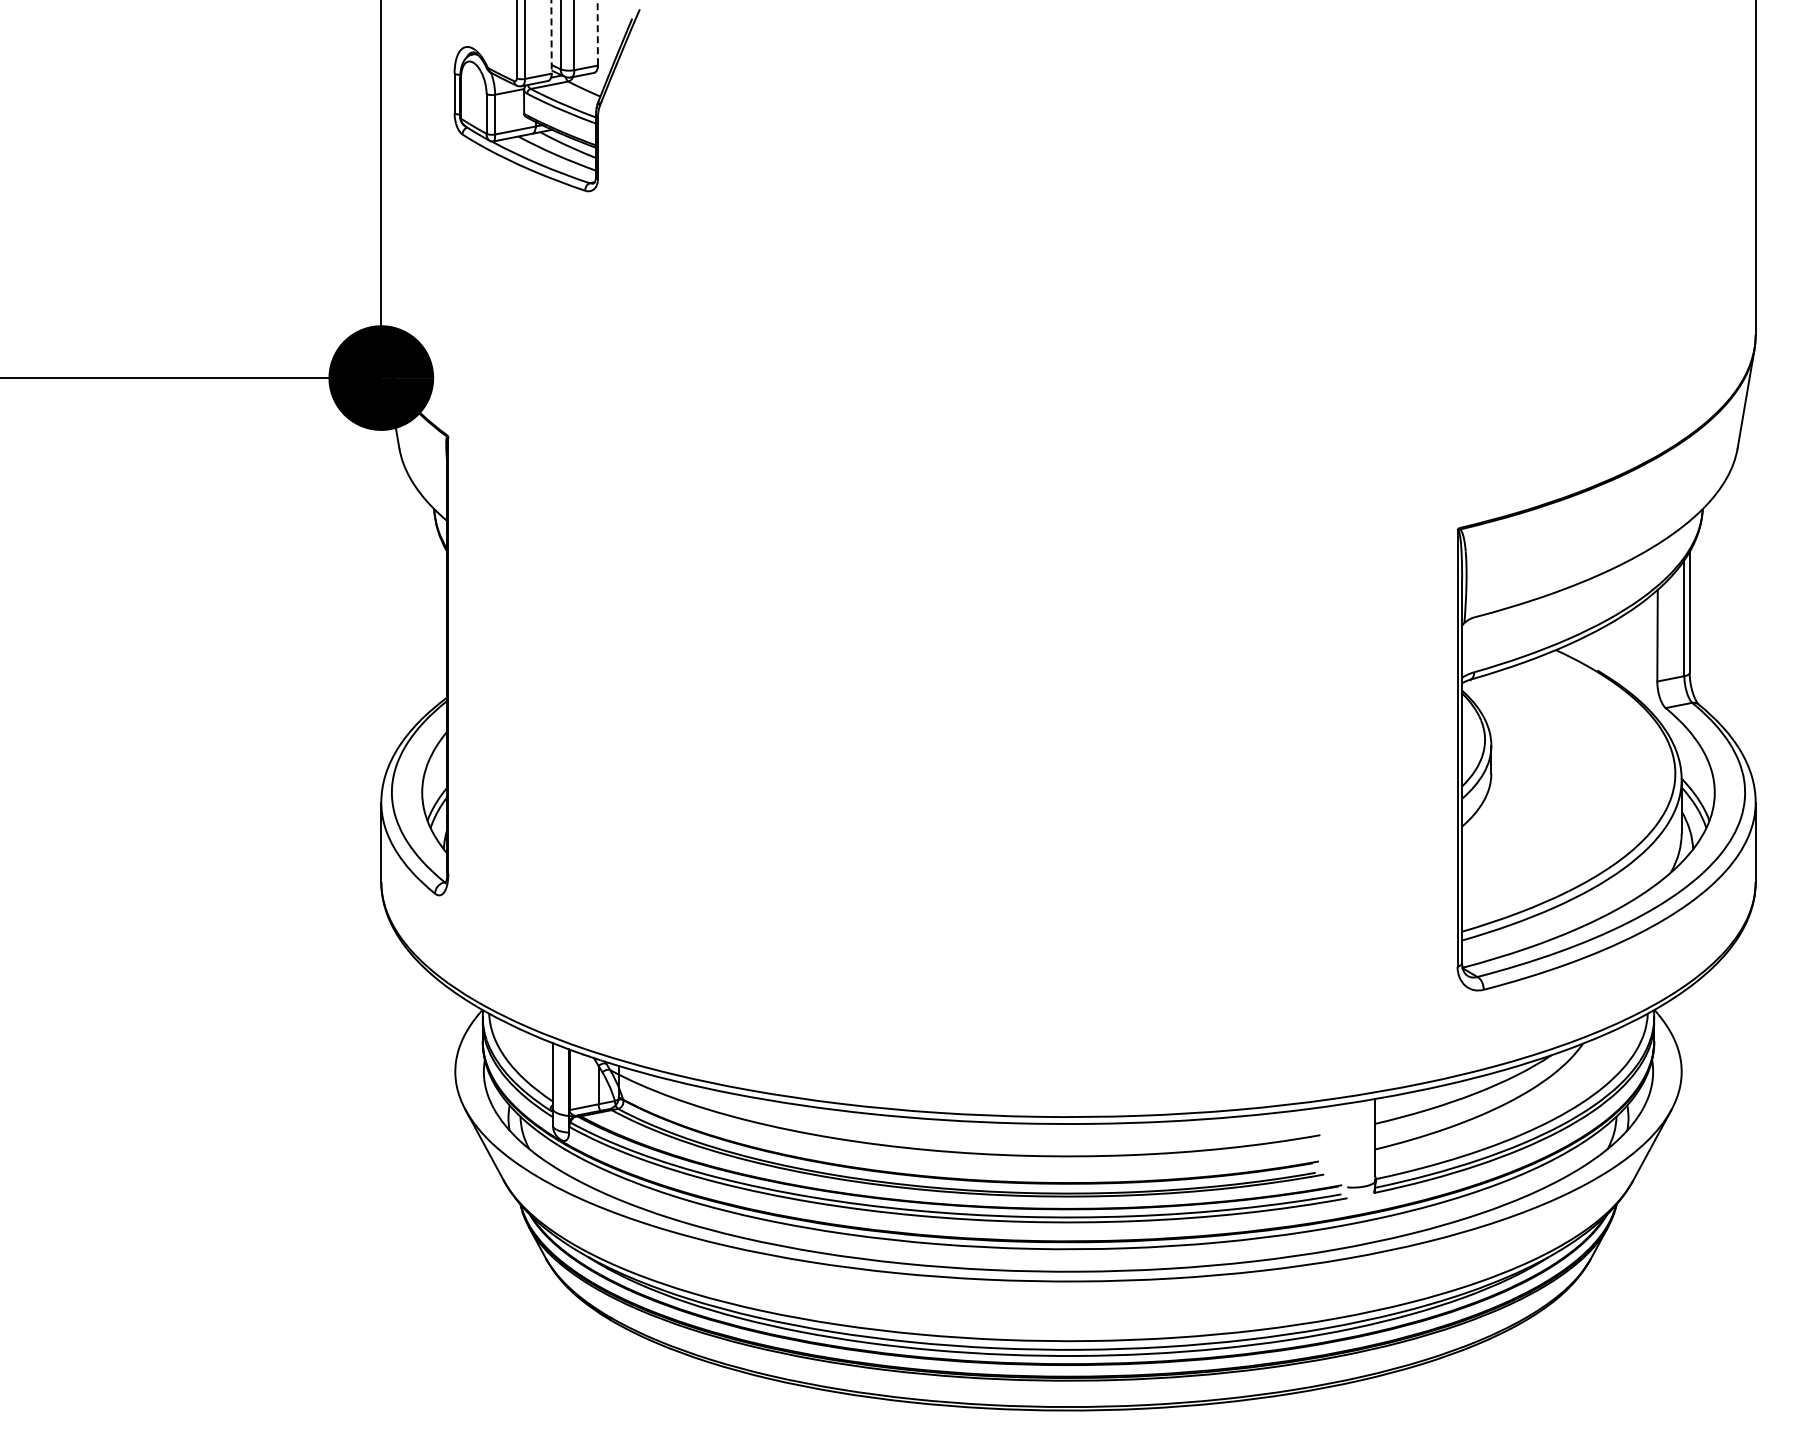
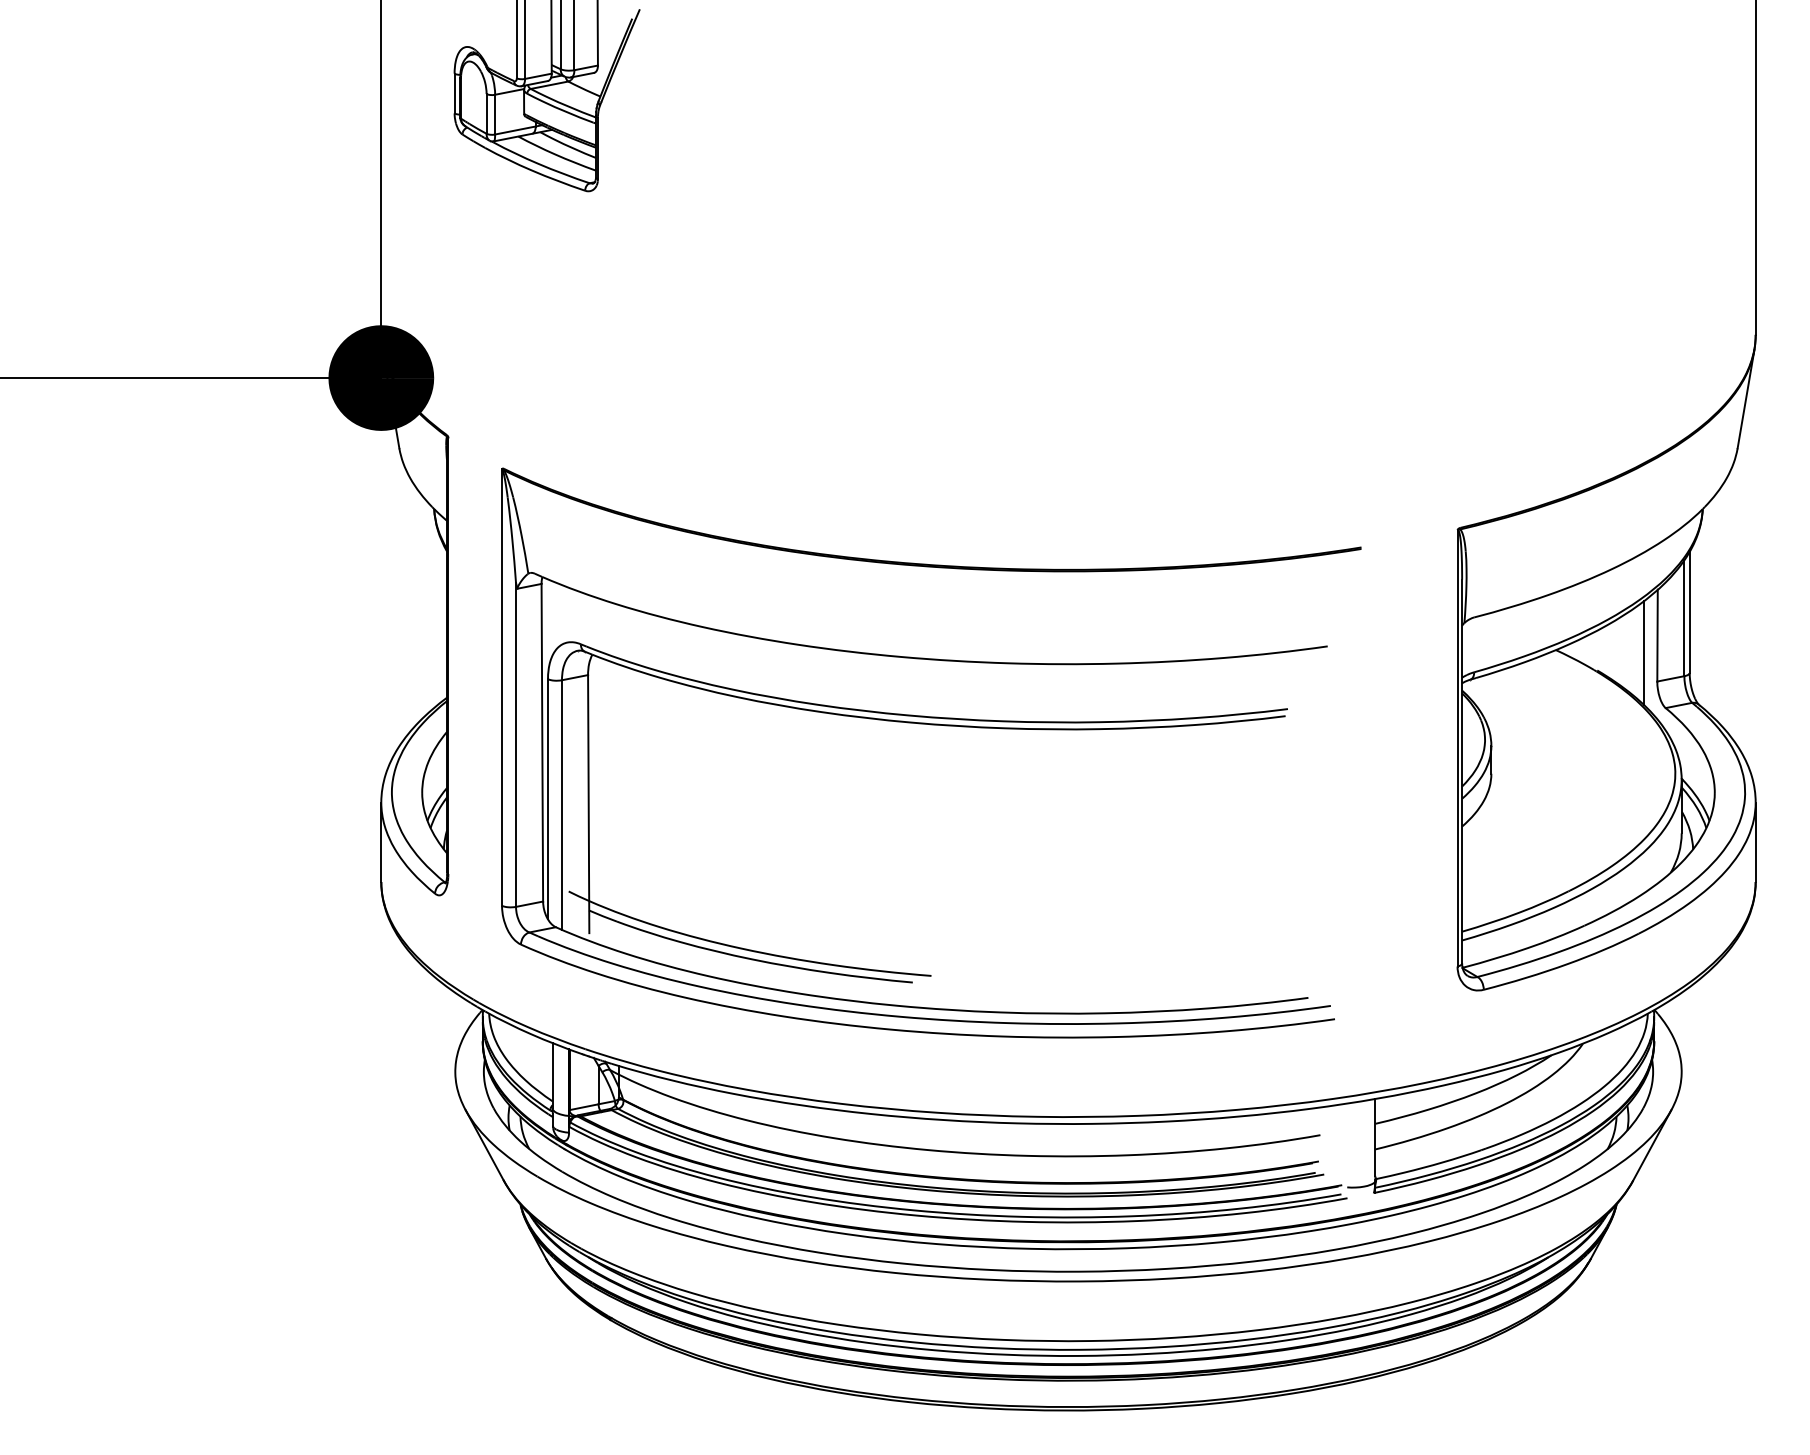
line at (597, 32): dashed -> solid
line at (551, 36): dashed -> solid
line at (1643, 653): none -> present
part at (931, 725): none -> present
